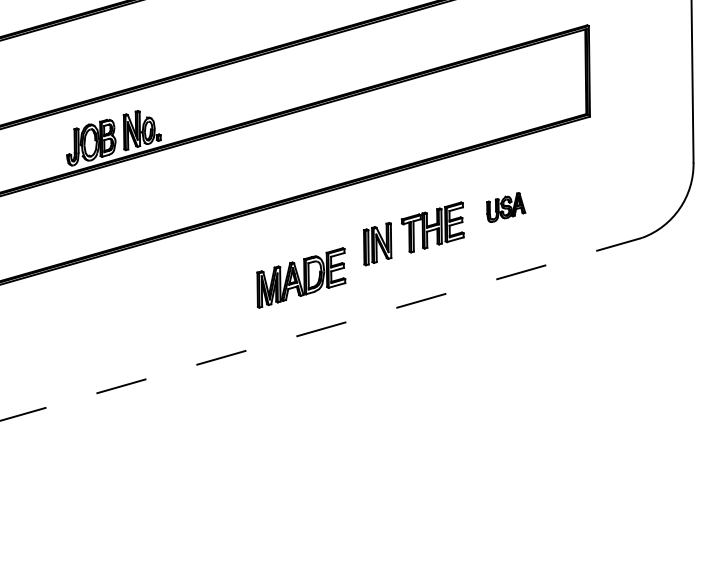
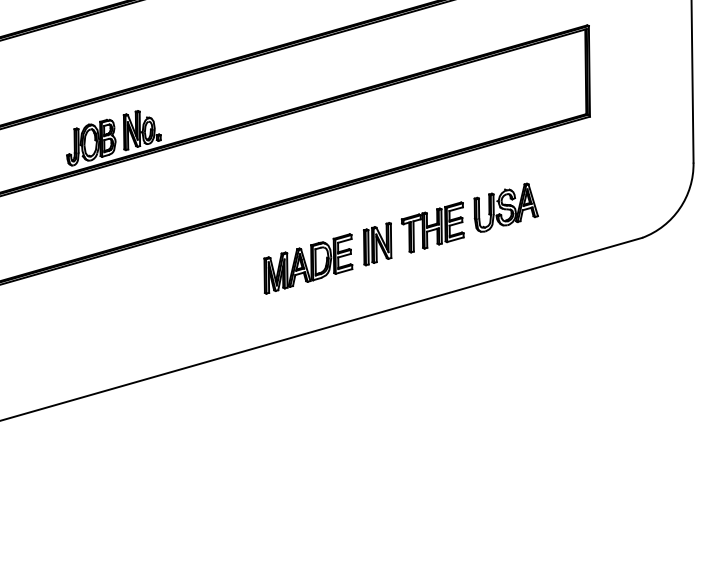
part at (506, 207) size: 41x31 px -> 66x51 px
part at (301, 277) position: (301, 277) -> (308, 263)
line at (321, 329): dashed -> solid
